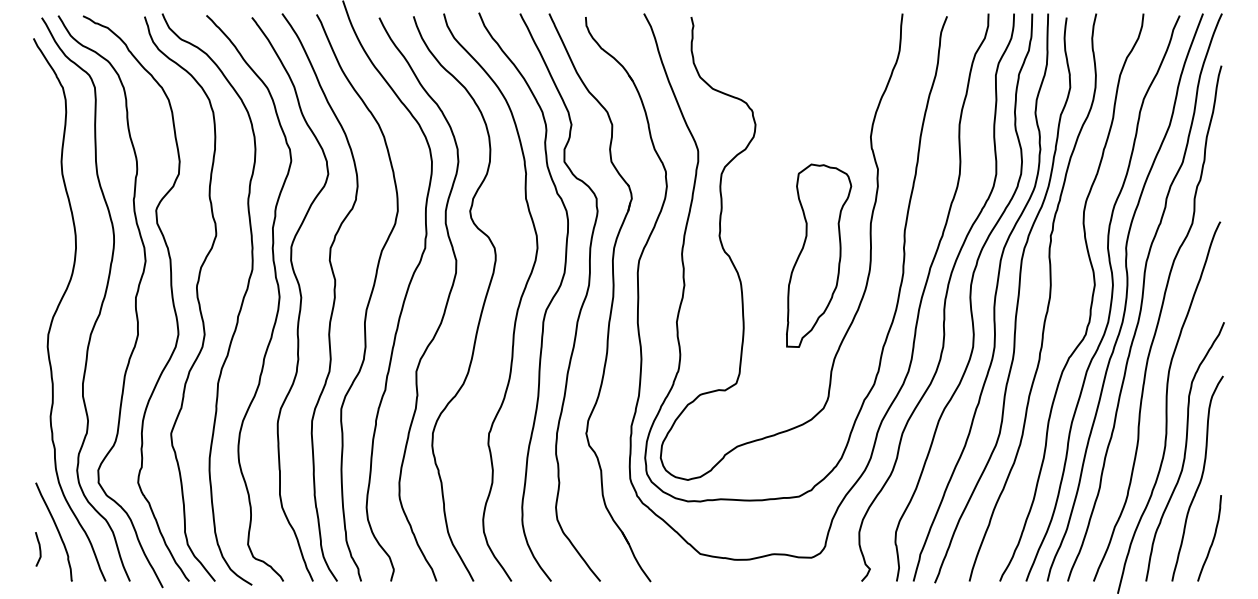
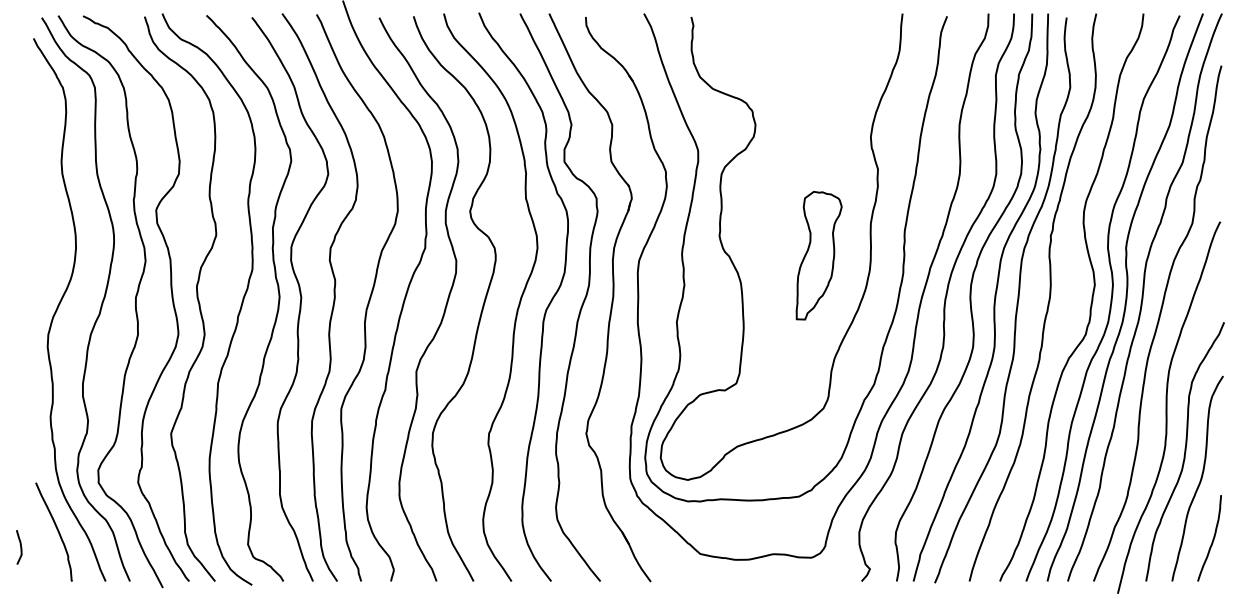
part at (819, 255) size: 67x185 px -> 48x130 px
curve at (39, 549) position: (39, 549) -> (20, 547)
